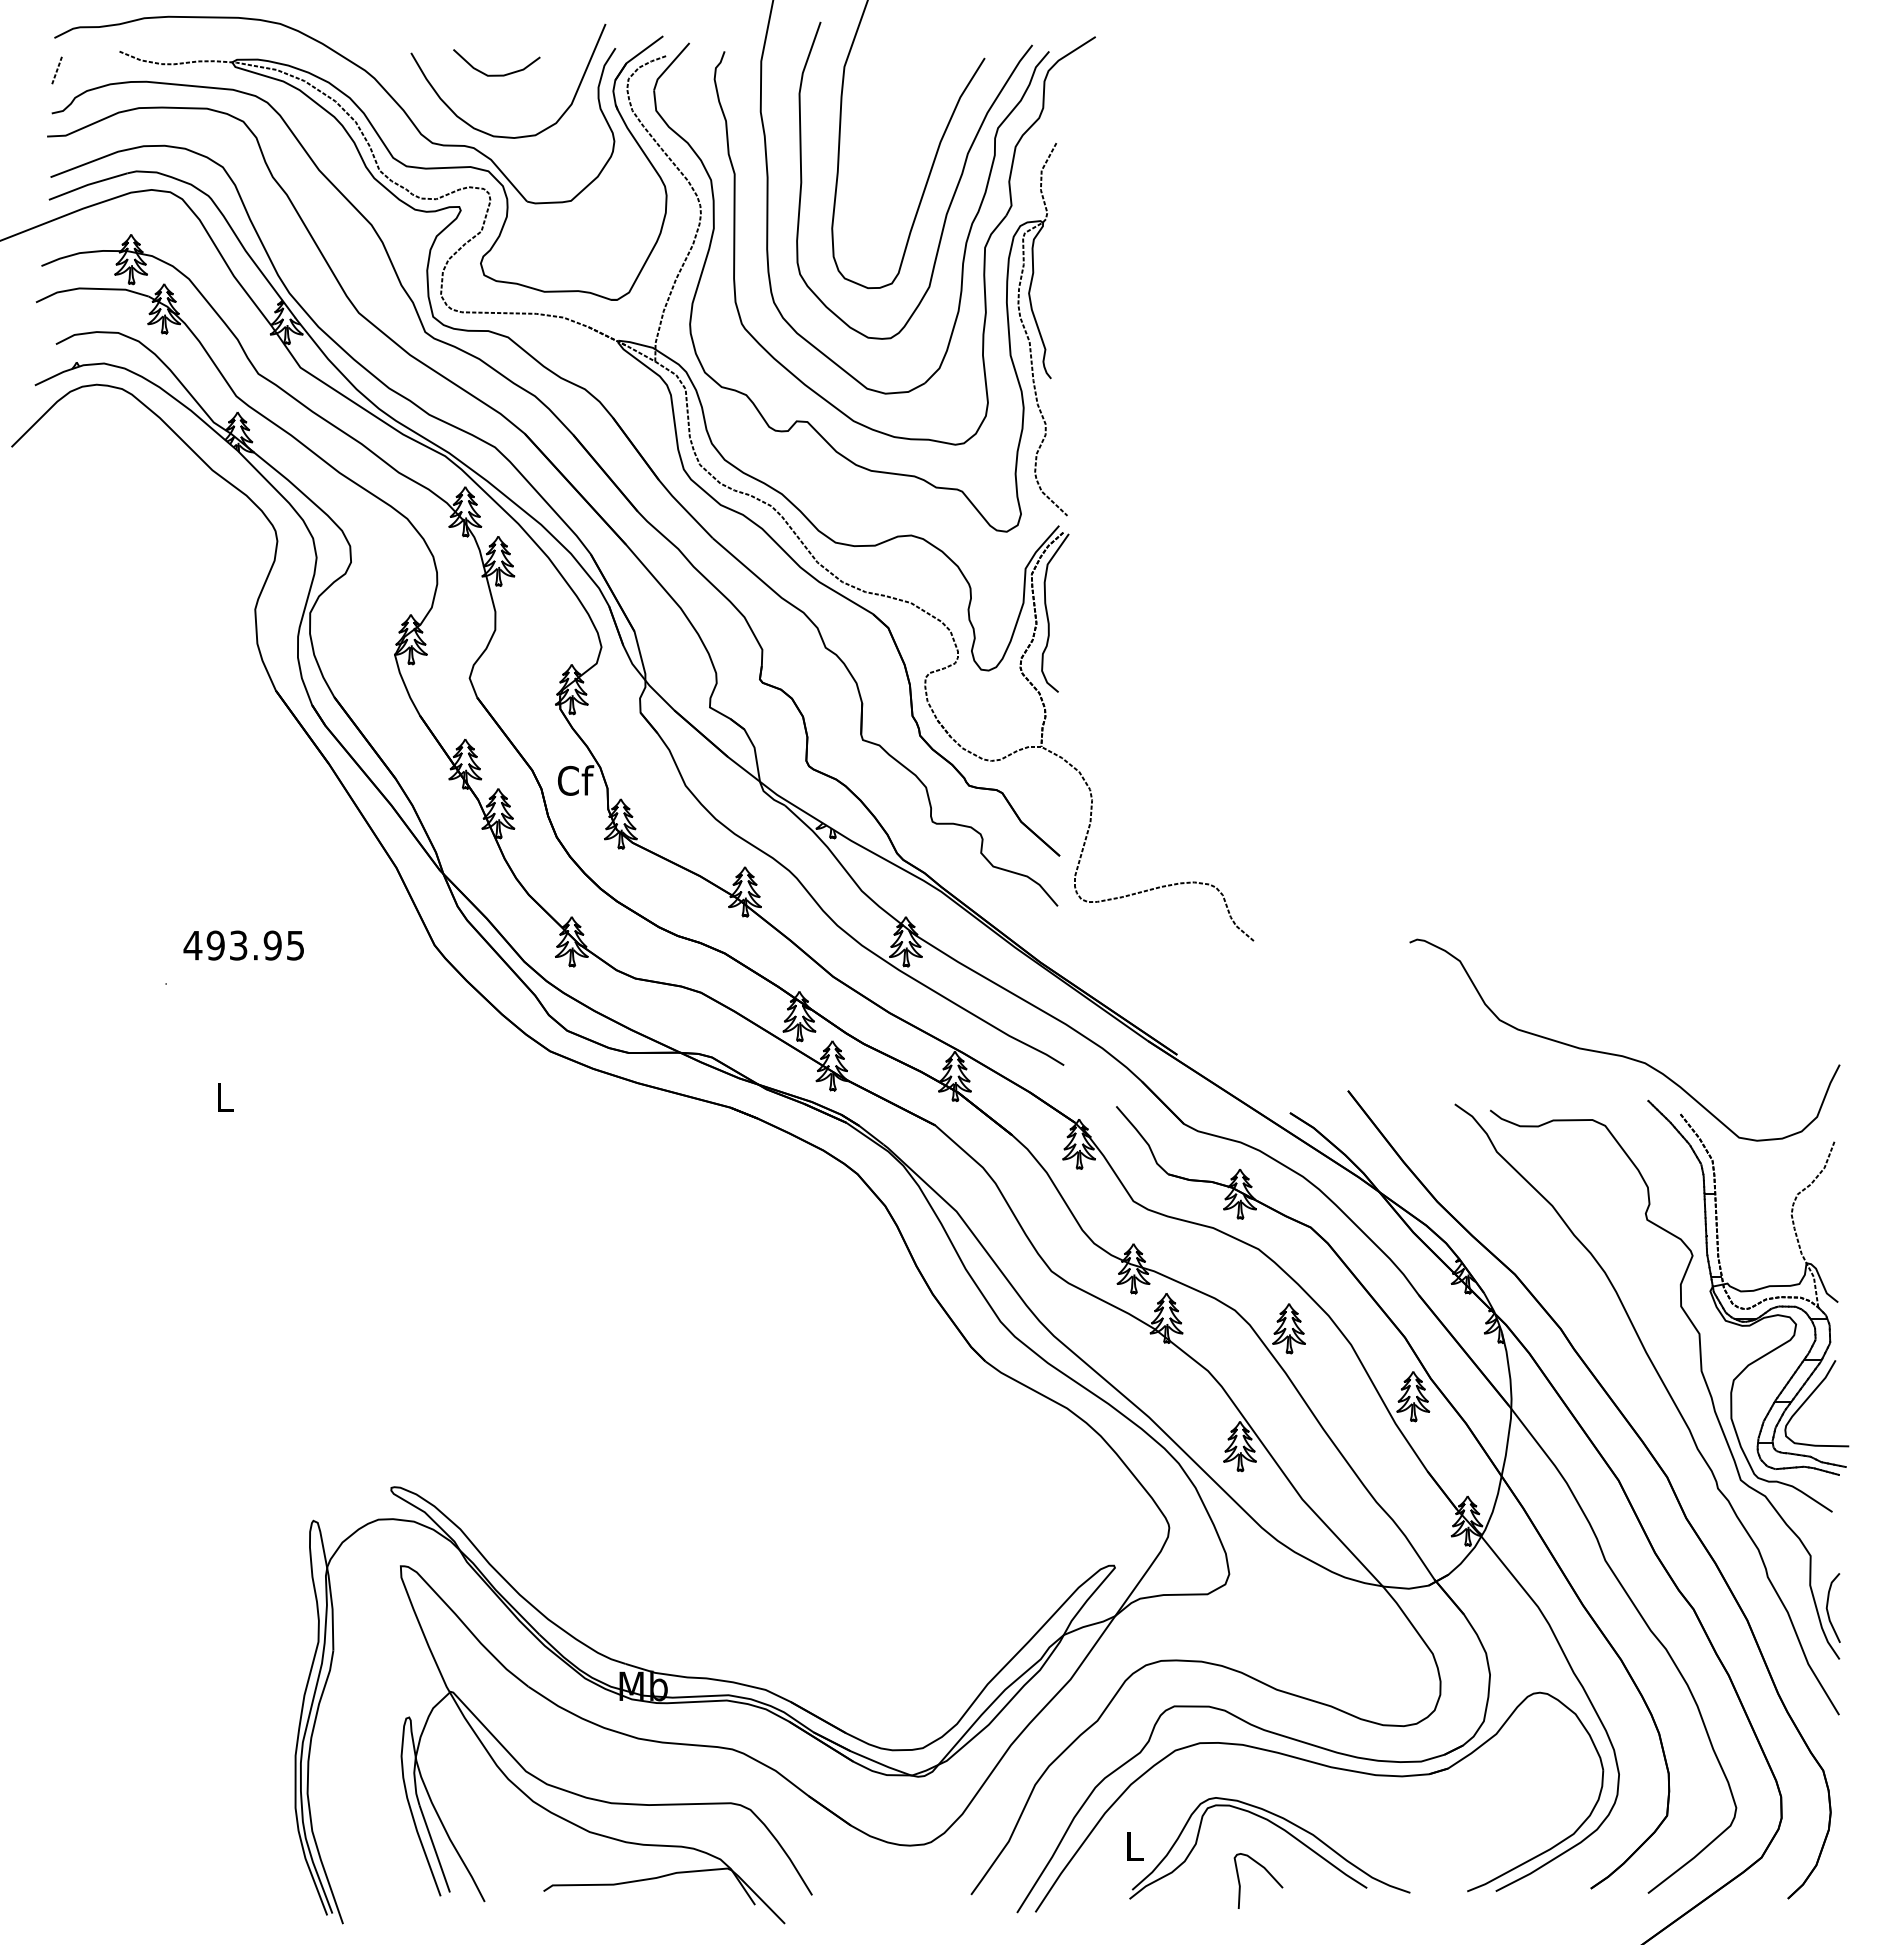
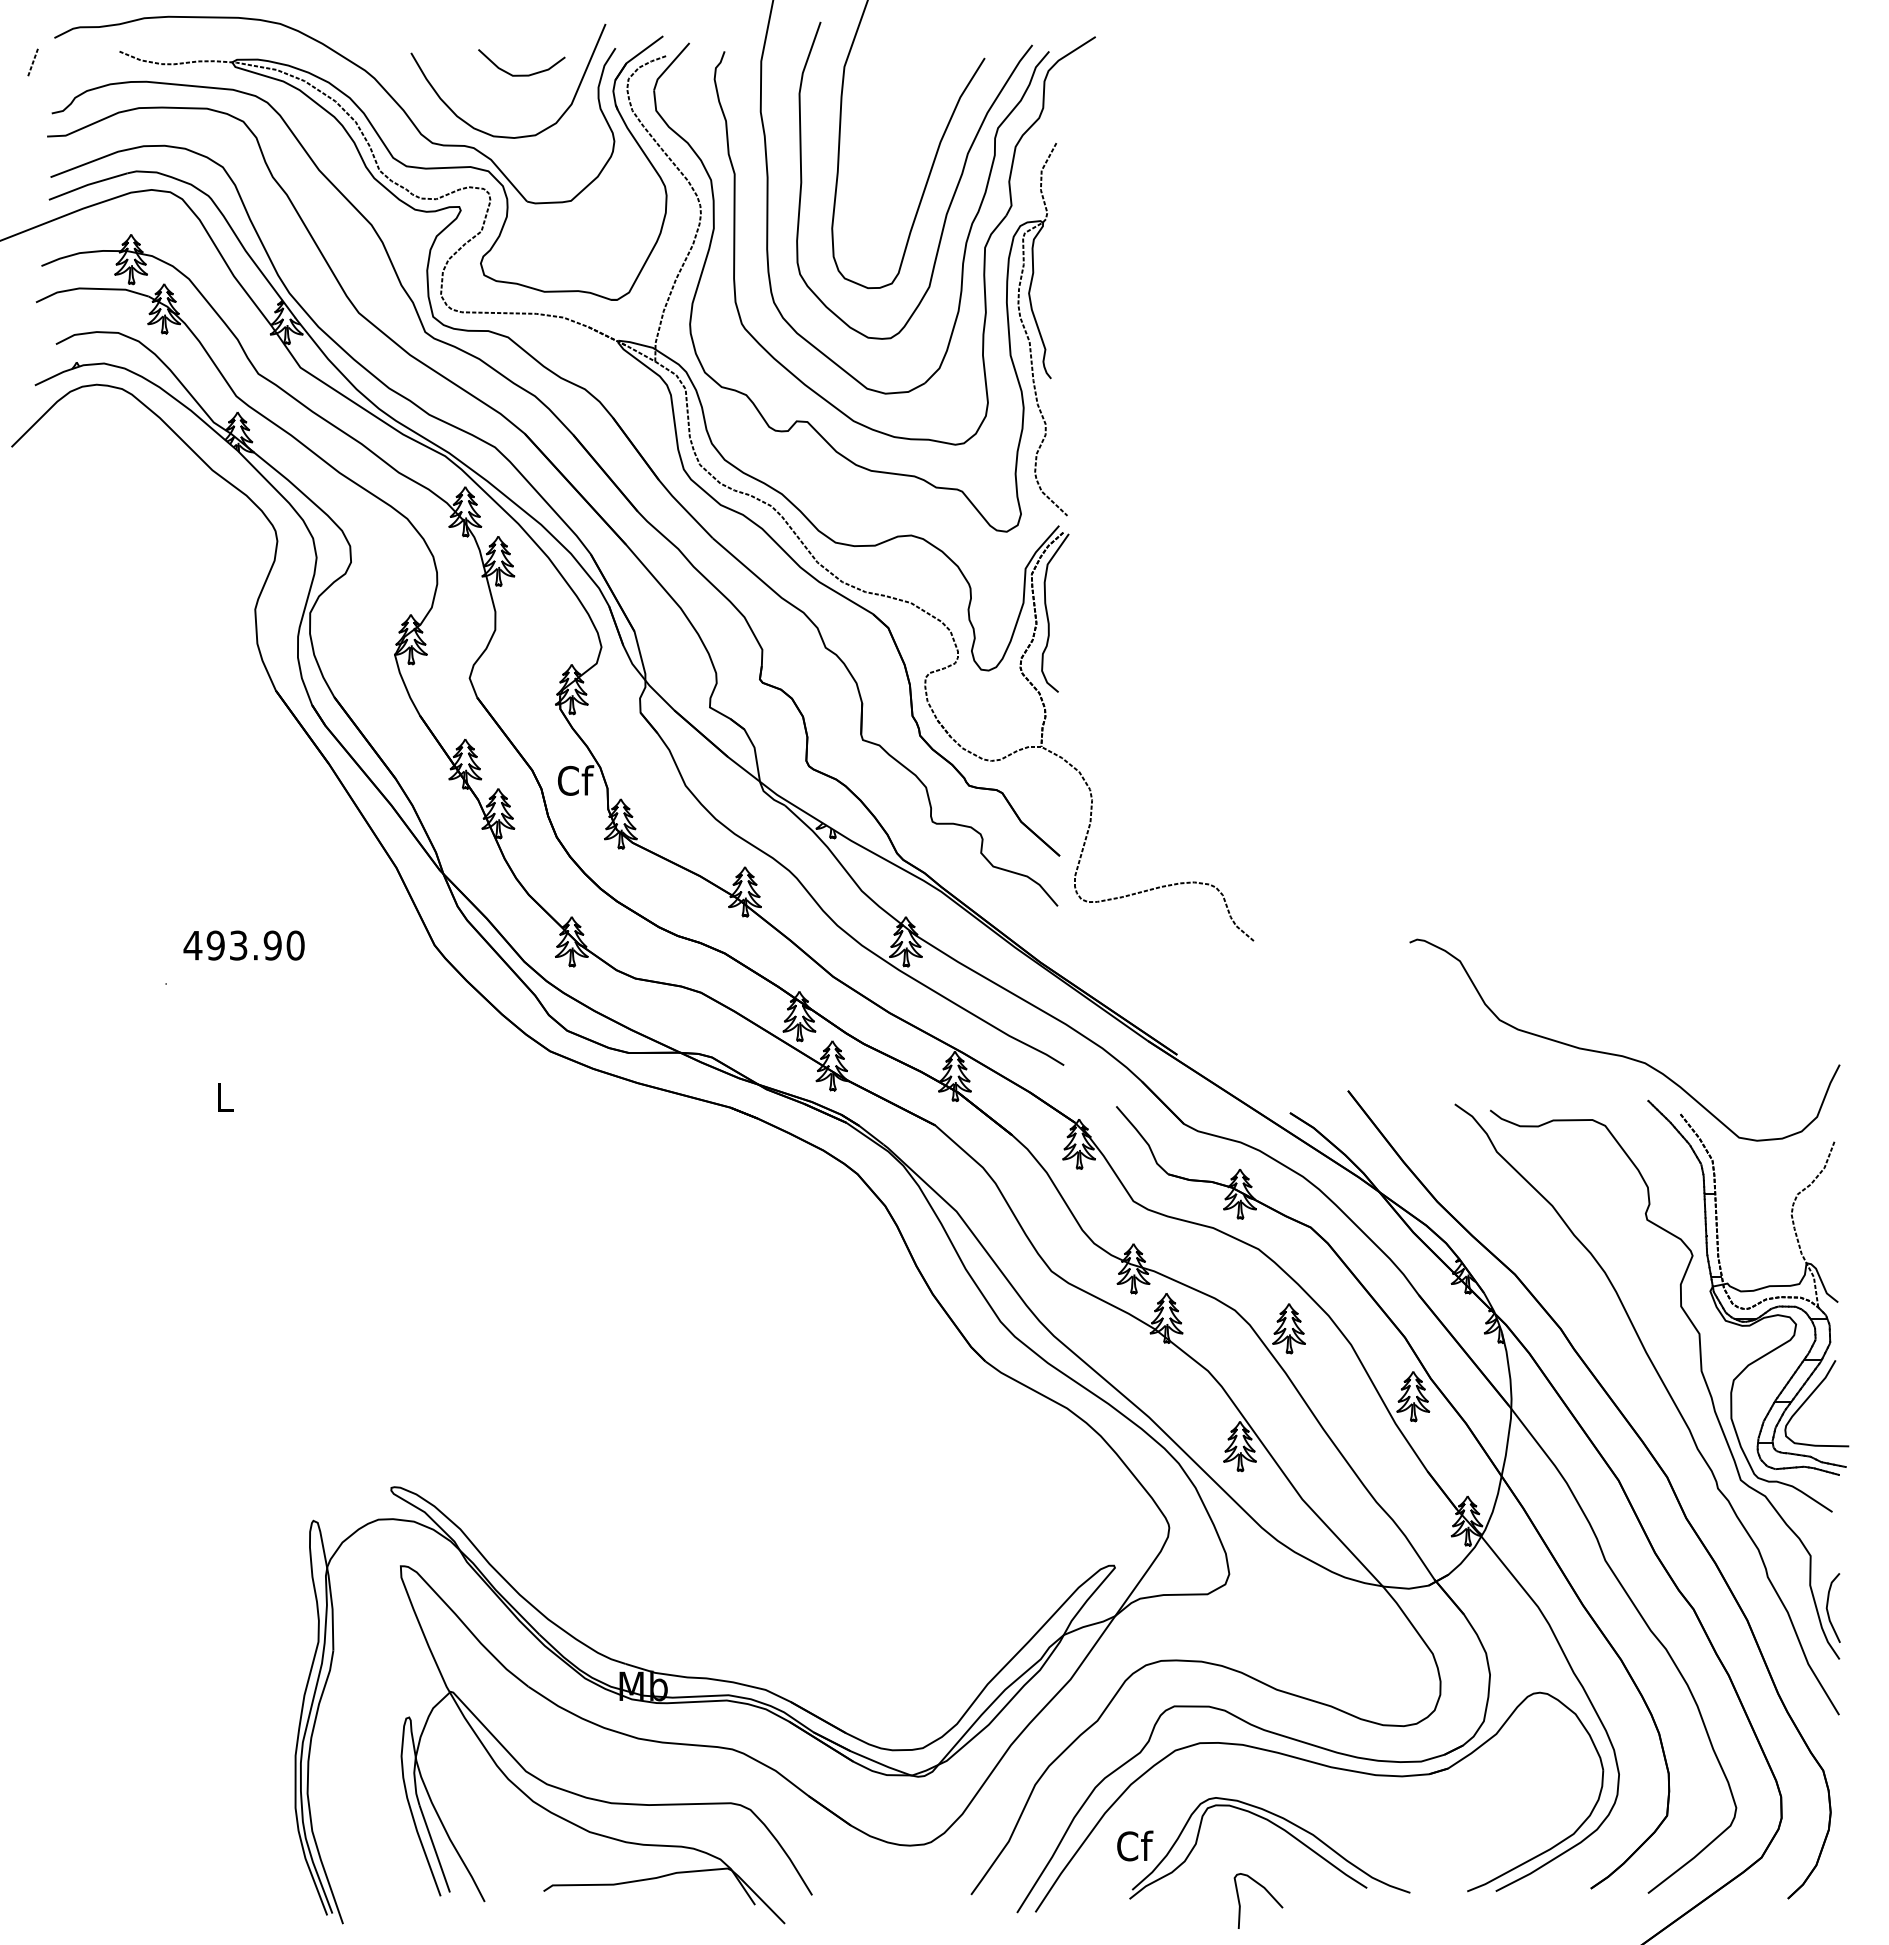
line at (56, 70) position: (56, 70) -> (32, 62)
curve at (496, 74) position: (496, 74) -> (521, 74)
text at (295, 945): 493.95 -> 493.90
text at (1135, 1845): L -> Cf
curve at (1266, 1871) position: (1266, 1871) -> (1266, 1891)
